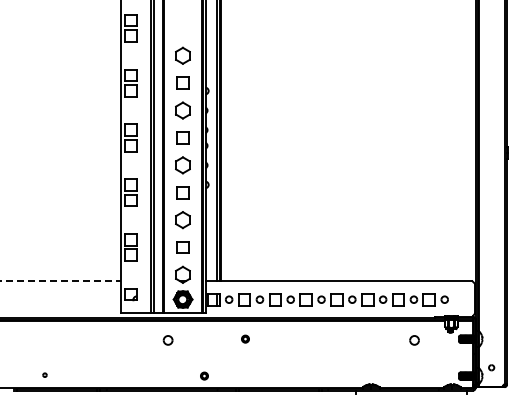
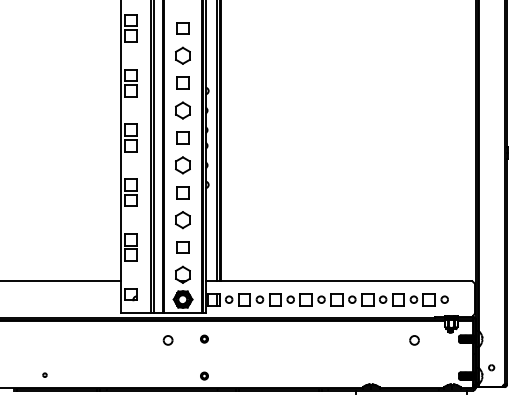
part at (182, 28): none -> present
line at (61, 281): dashed -> solid
part at (245, 338) position: (245, 338) -> (204, 338)
